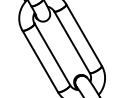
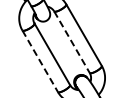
line at (71, 42): solid -> dashed
line at (40, 61): solid -> dashed
